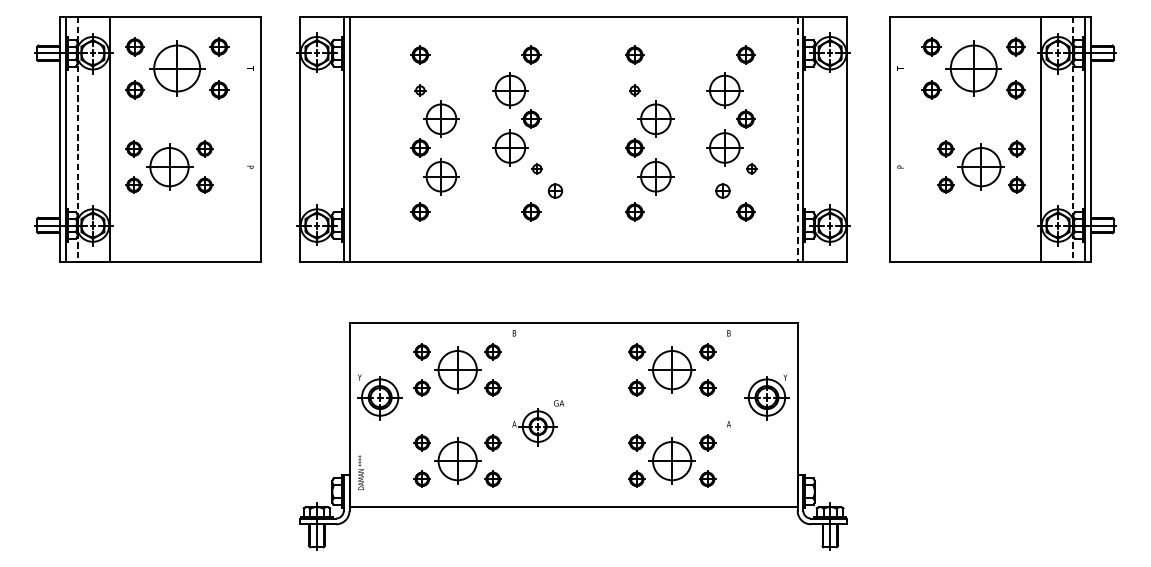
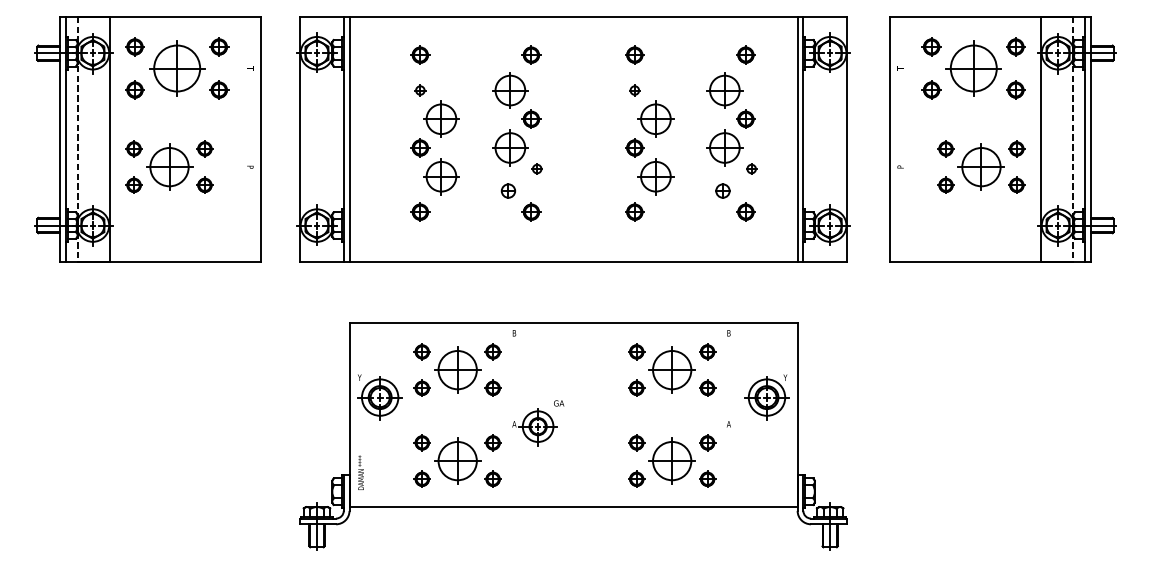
line at (797, 139): dashed -> solid
part at (555, 190) position: (555, 190) -> (508, 190)
